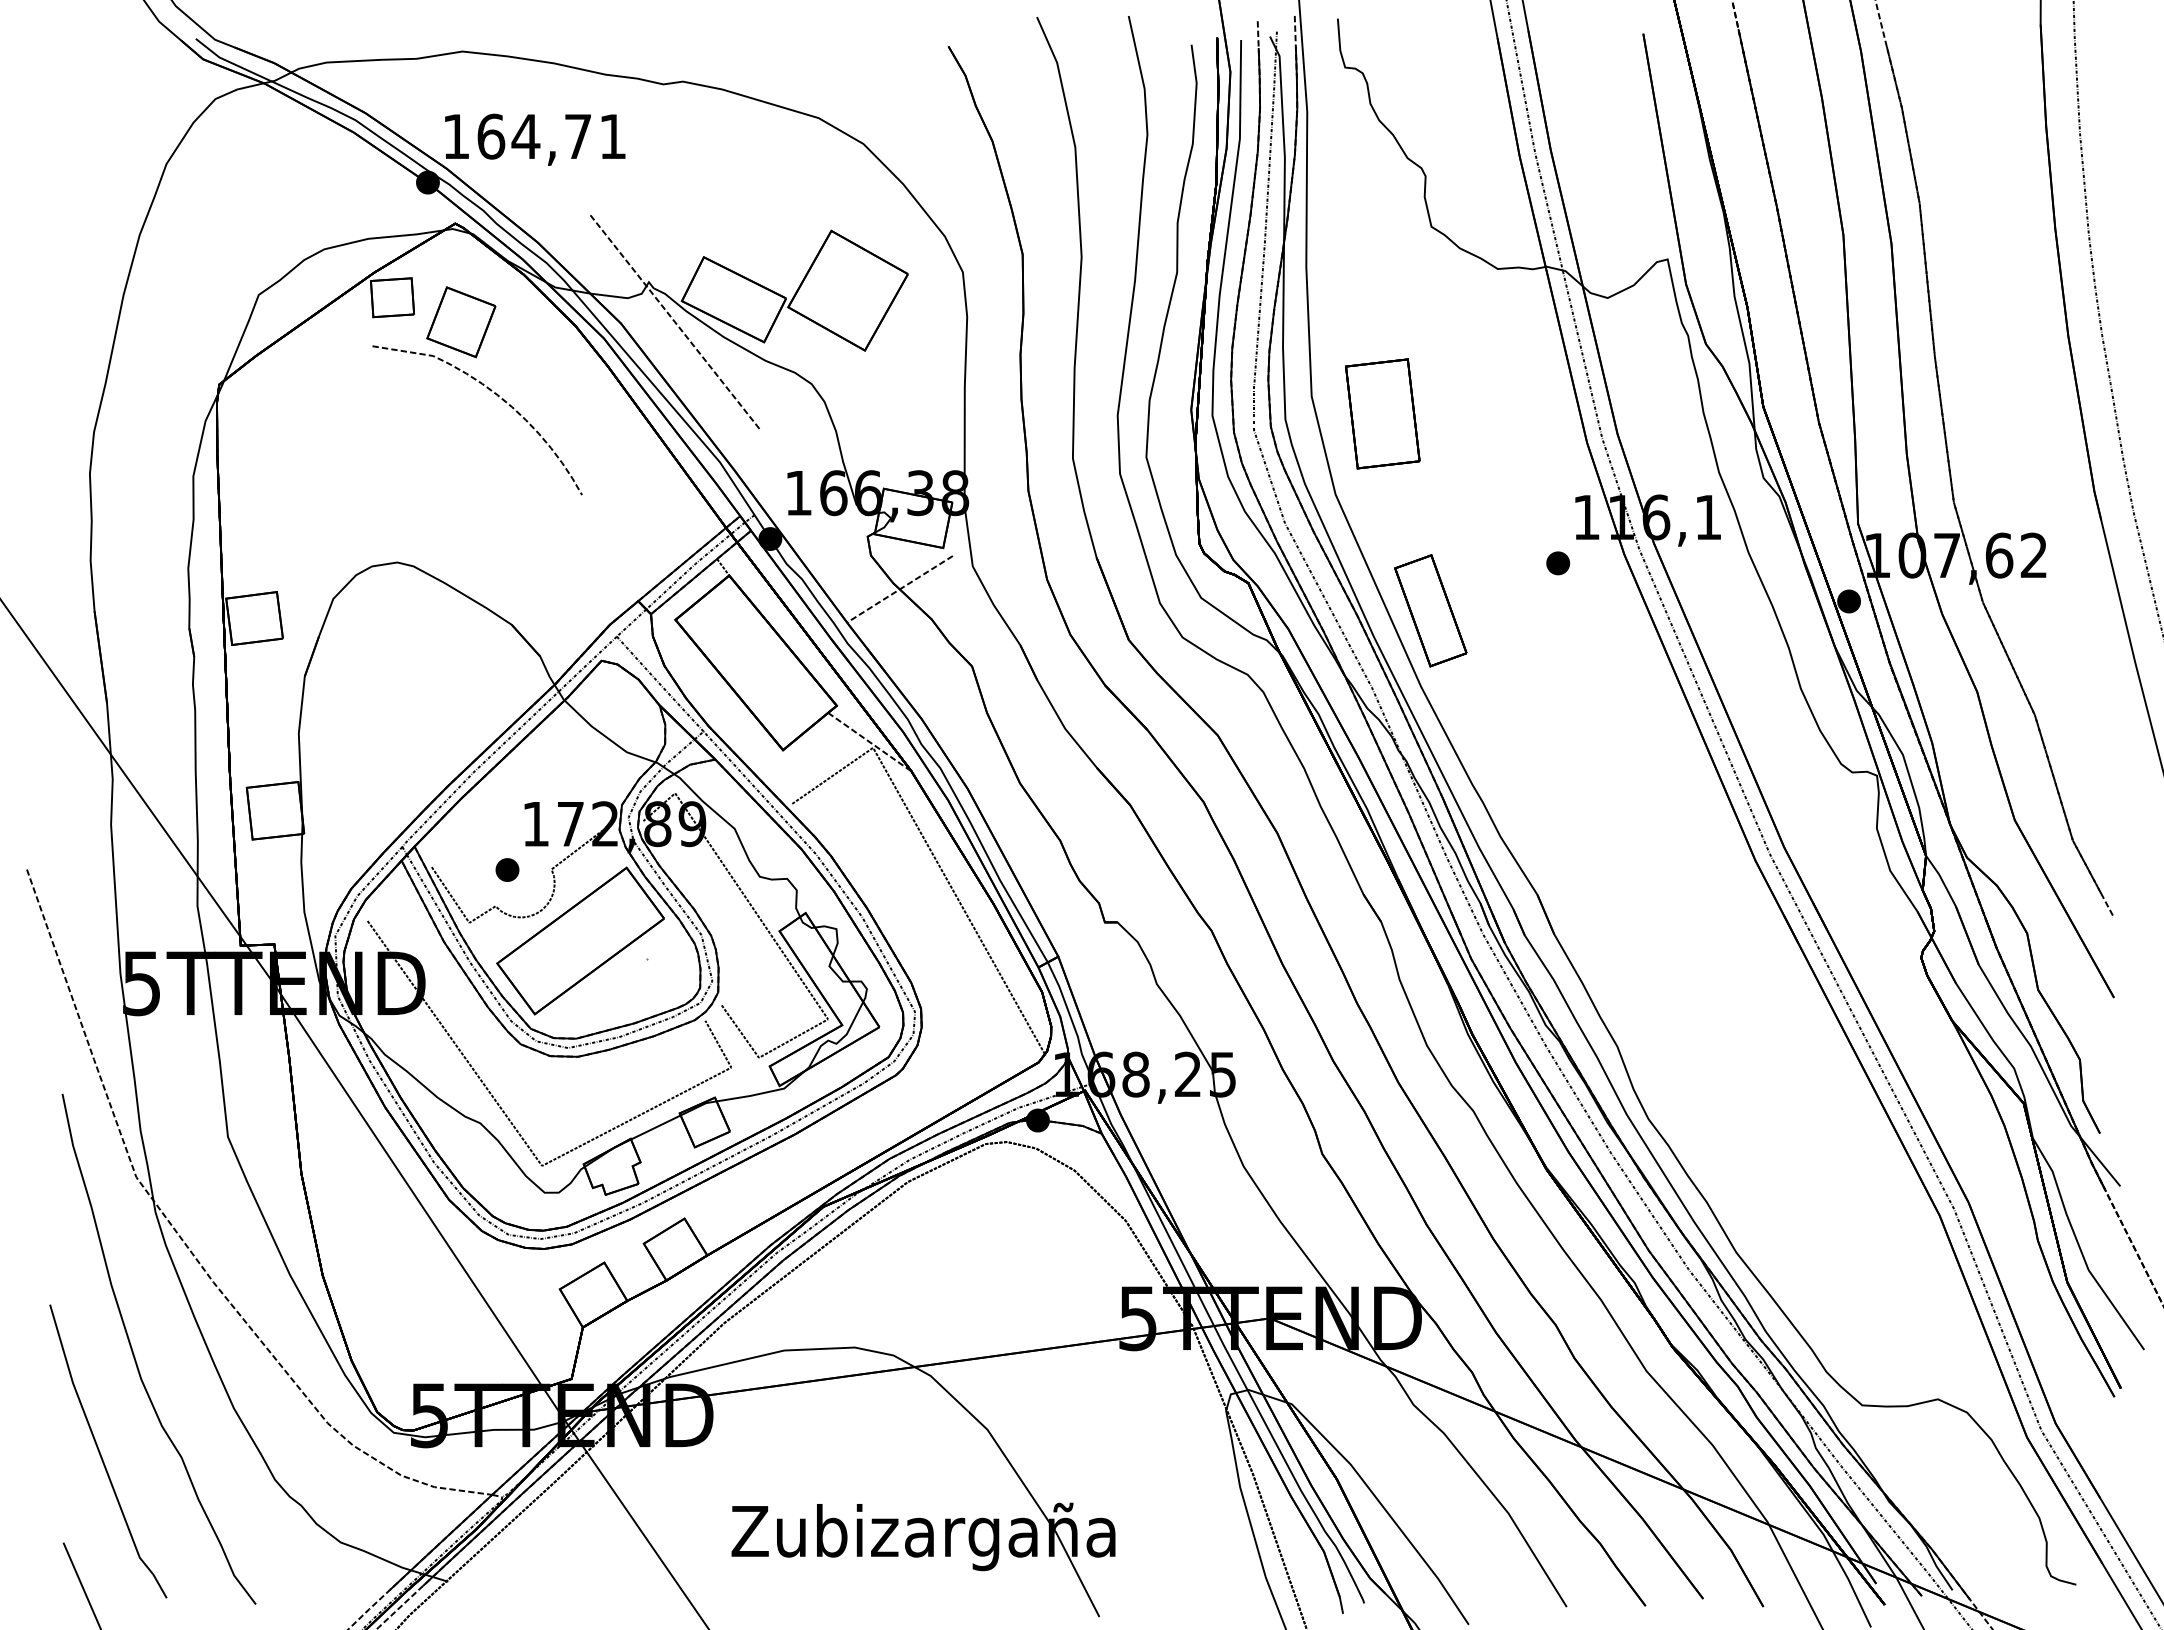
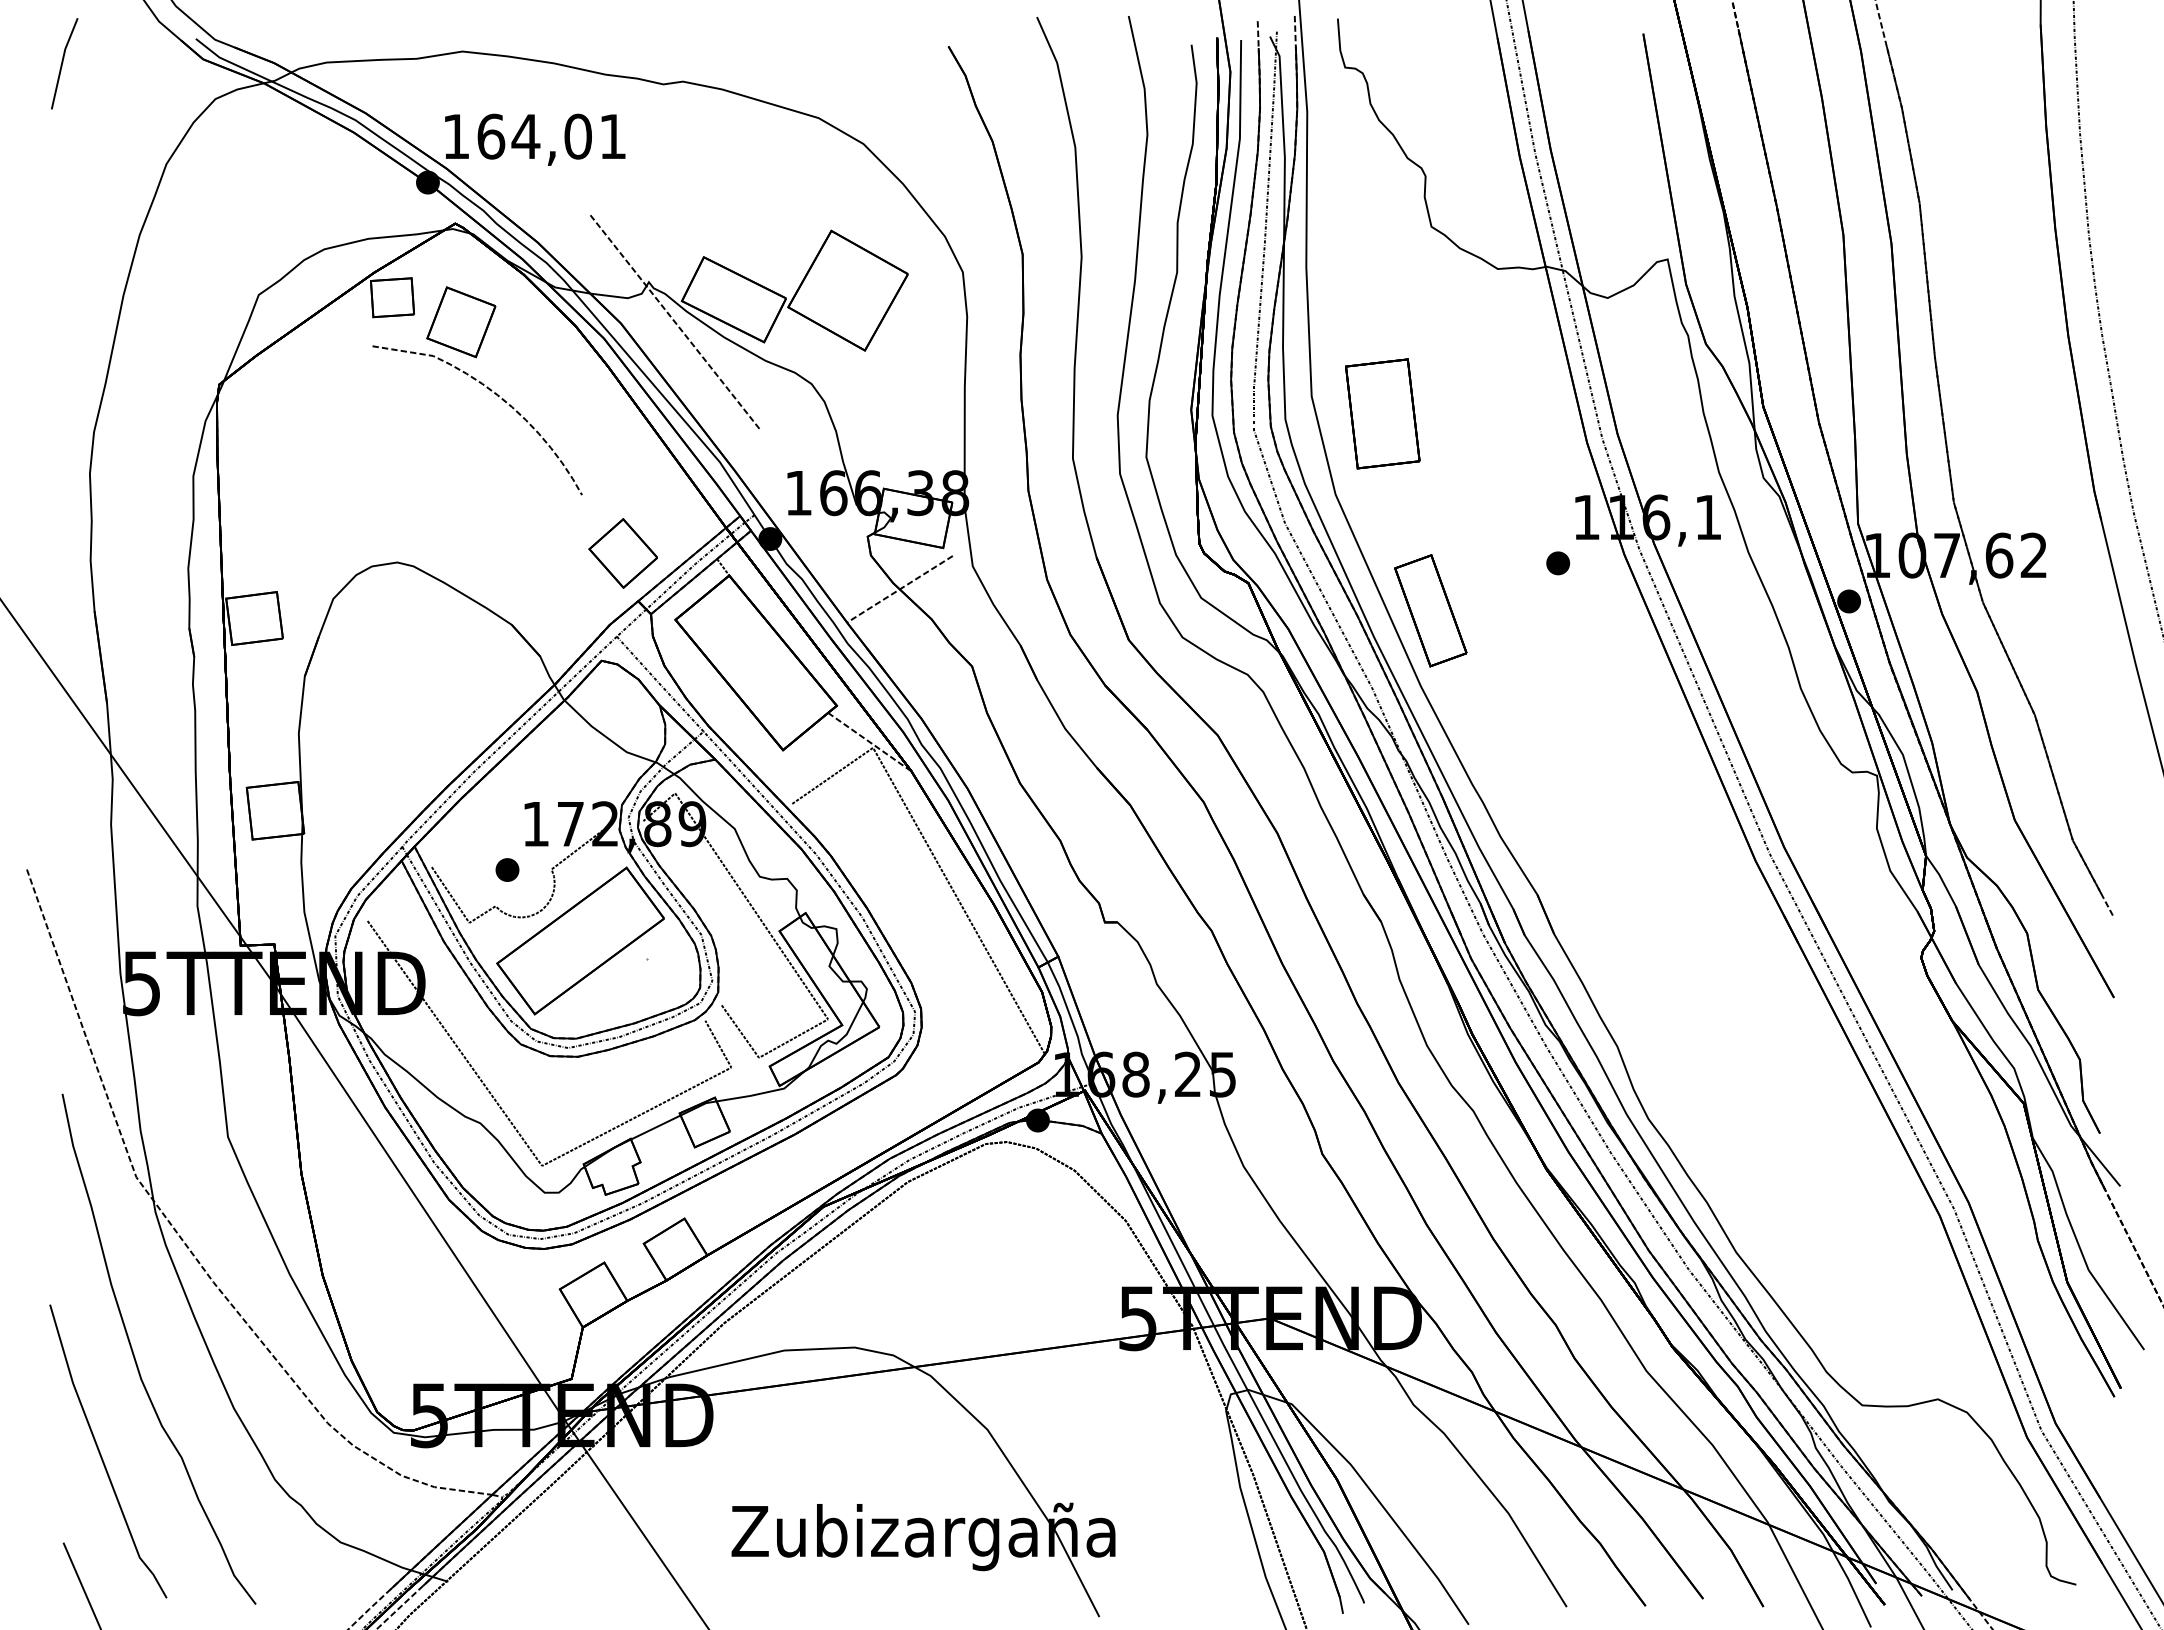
line at (63, 62): none -> present
text at (577, 136): 164,71 -> 164,01
part at (622, 553): none -> present
